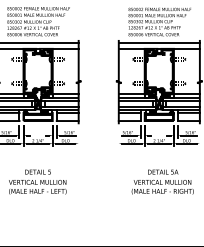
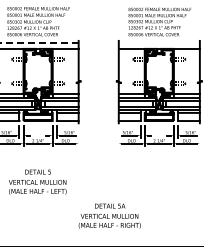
line at (39, 43): solid -> dashed
line at (158, 43): present -> none
text at (162, 181) position: (162, 181) -> (109, 215)
